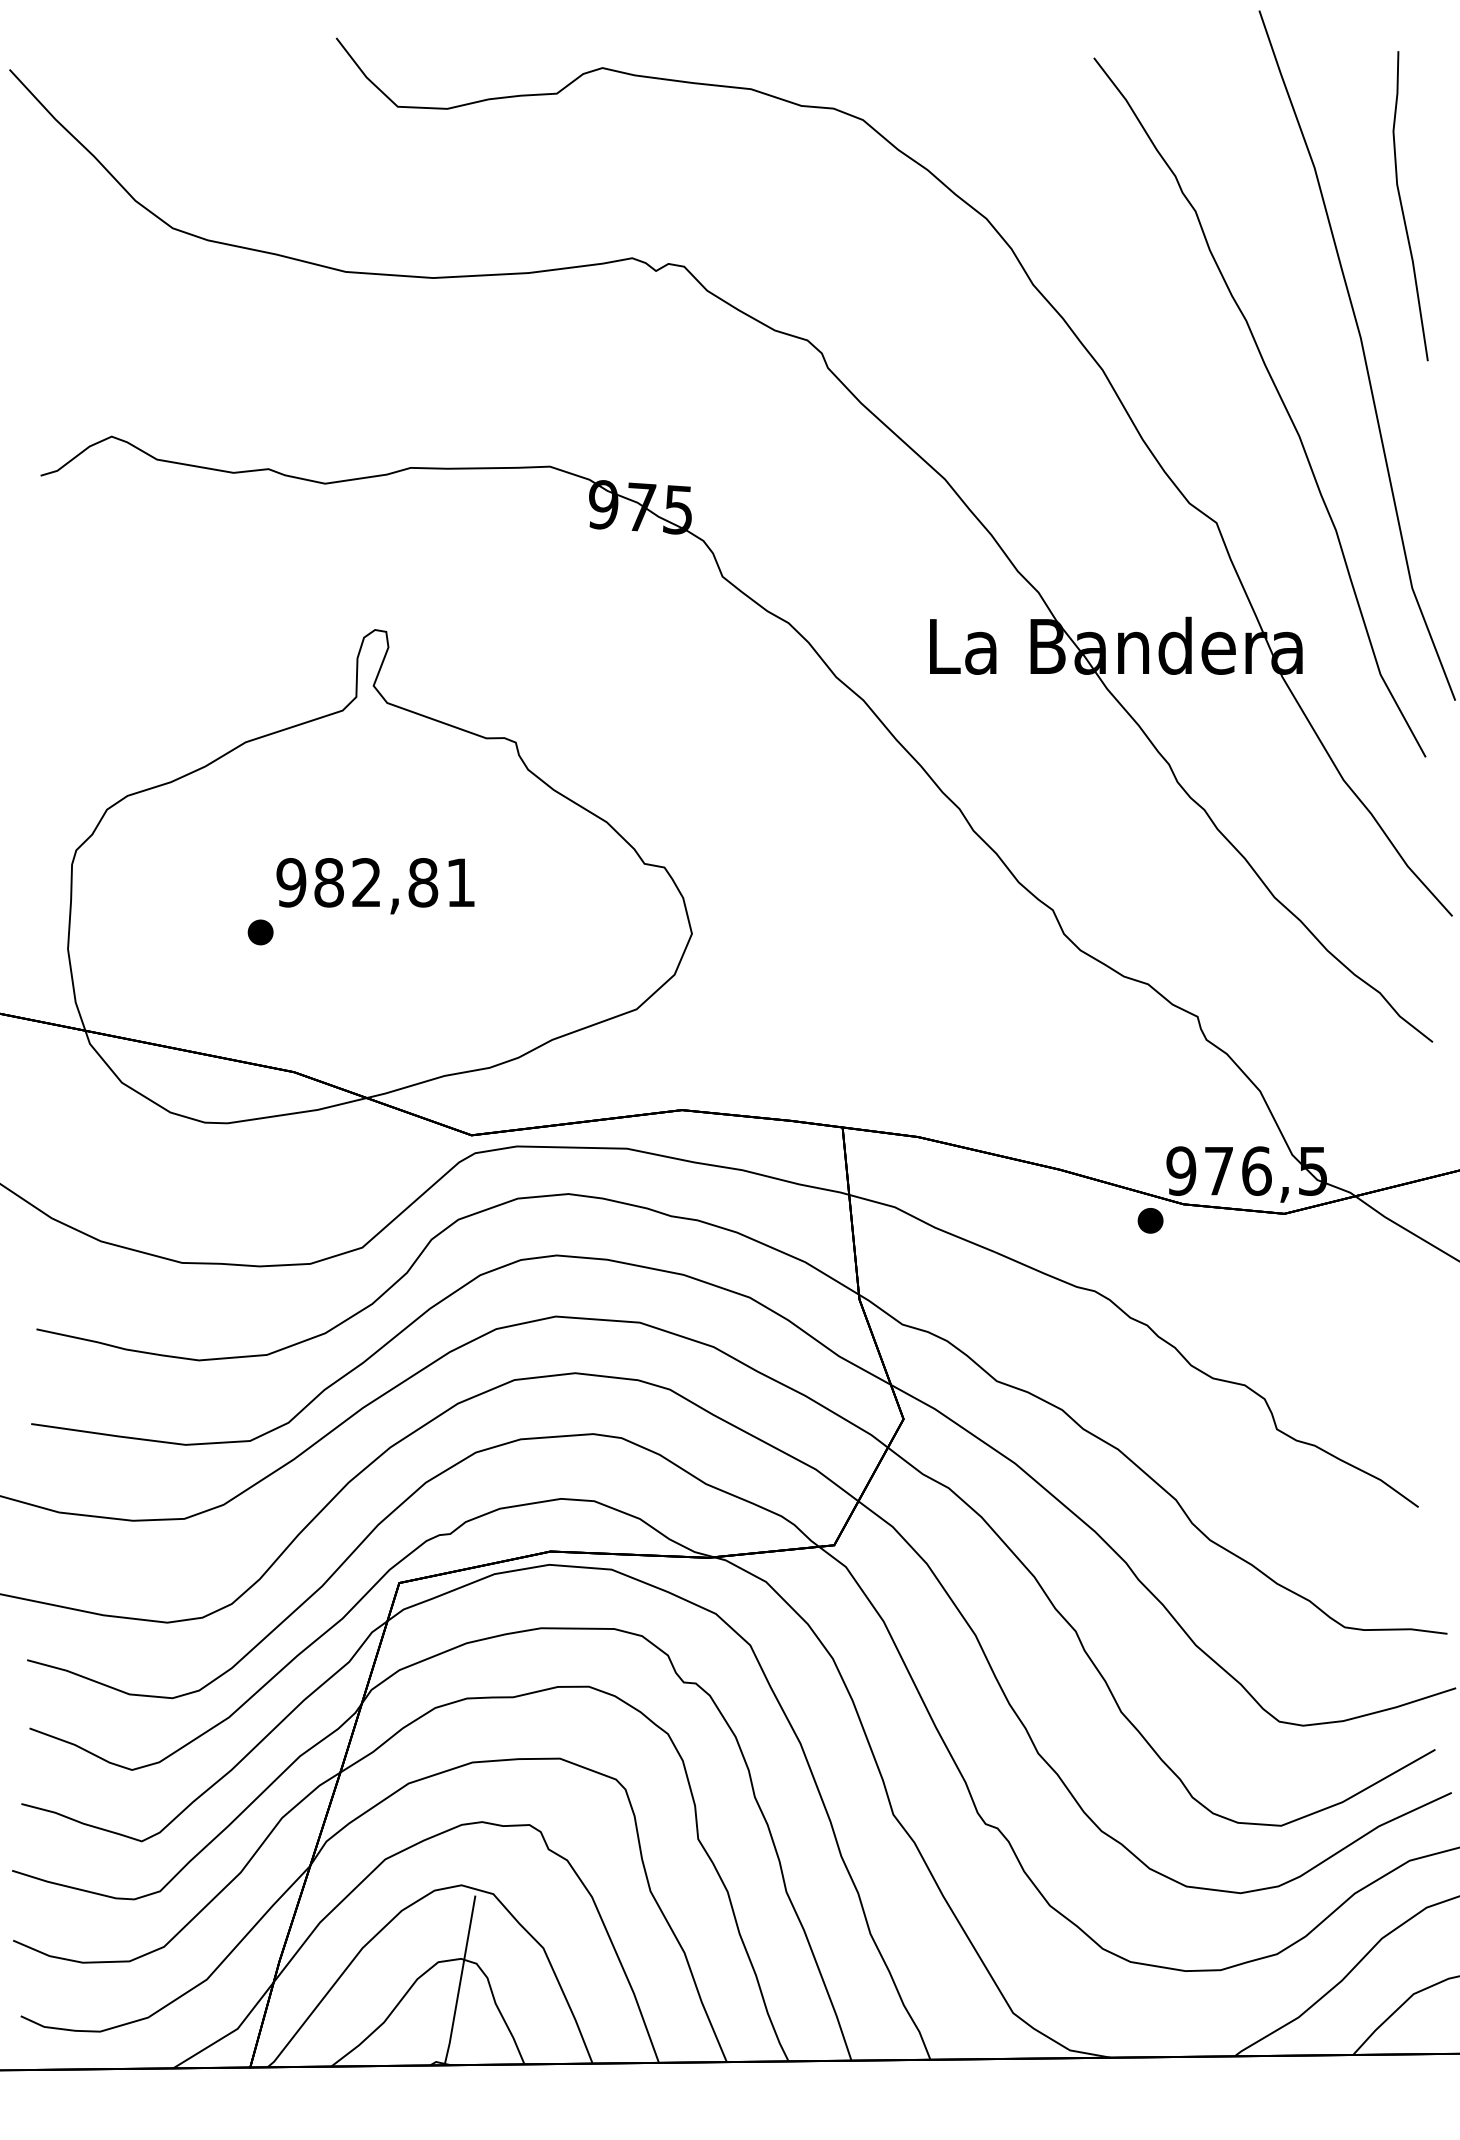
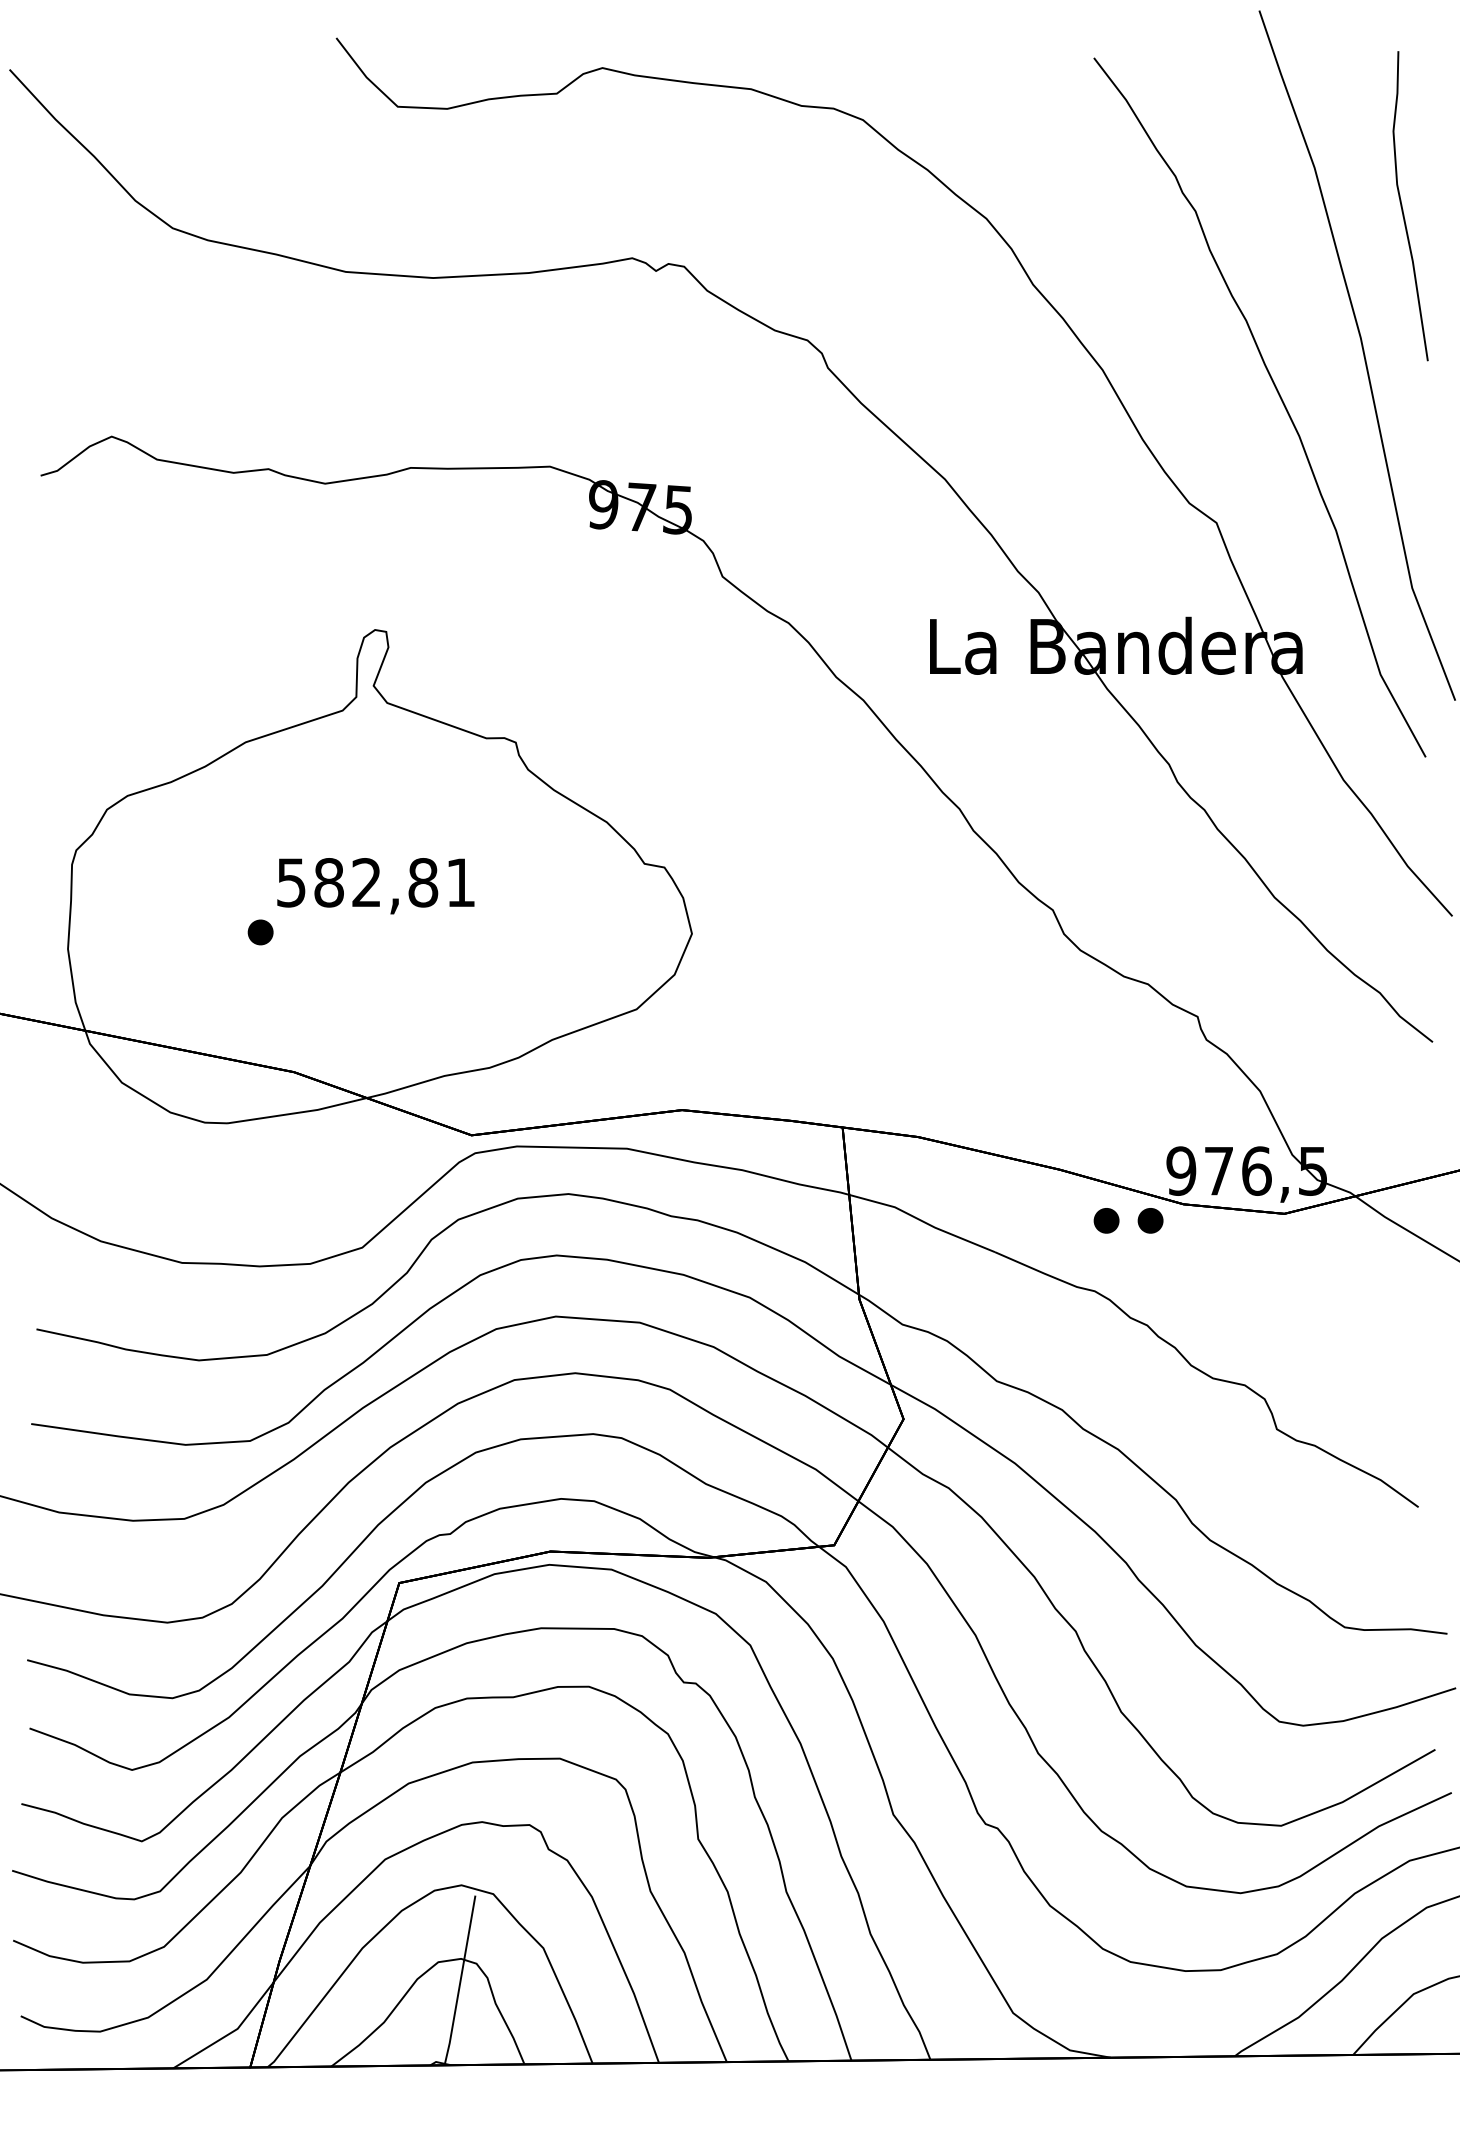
text at (291, 882): 982,81 -> 582,81
part at (1106, 1220): none -> present
